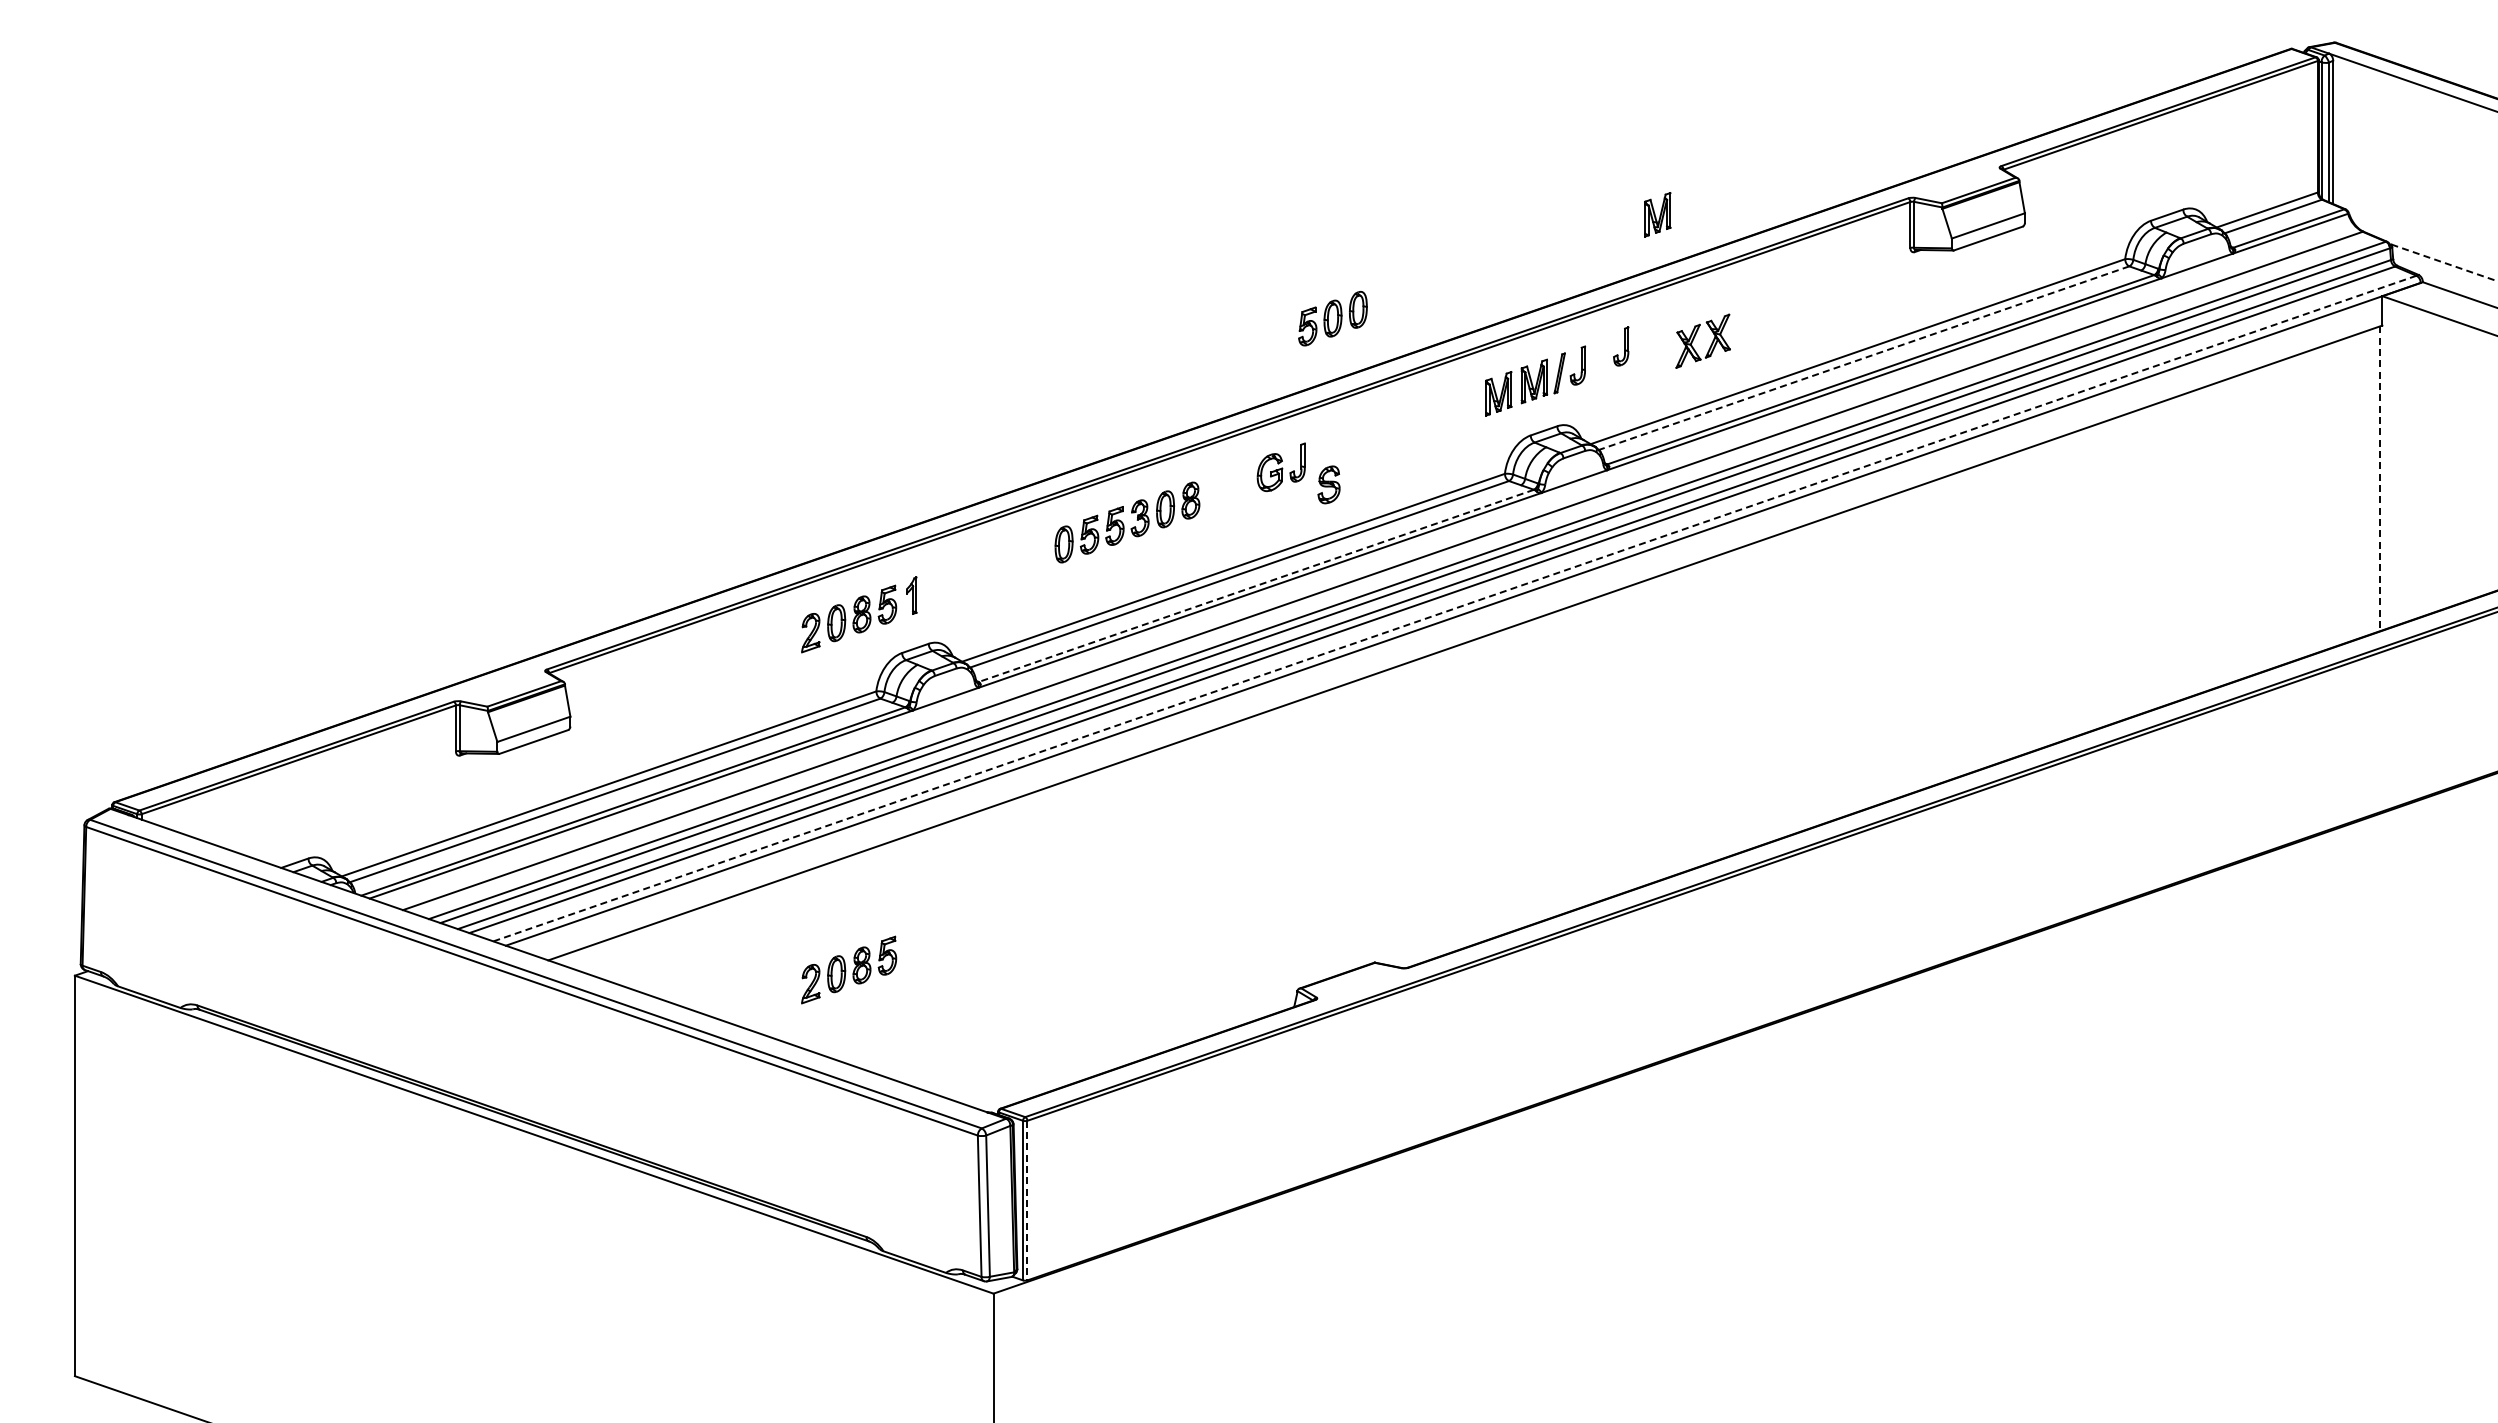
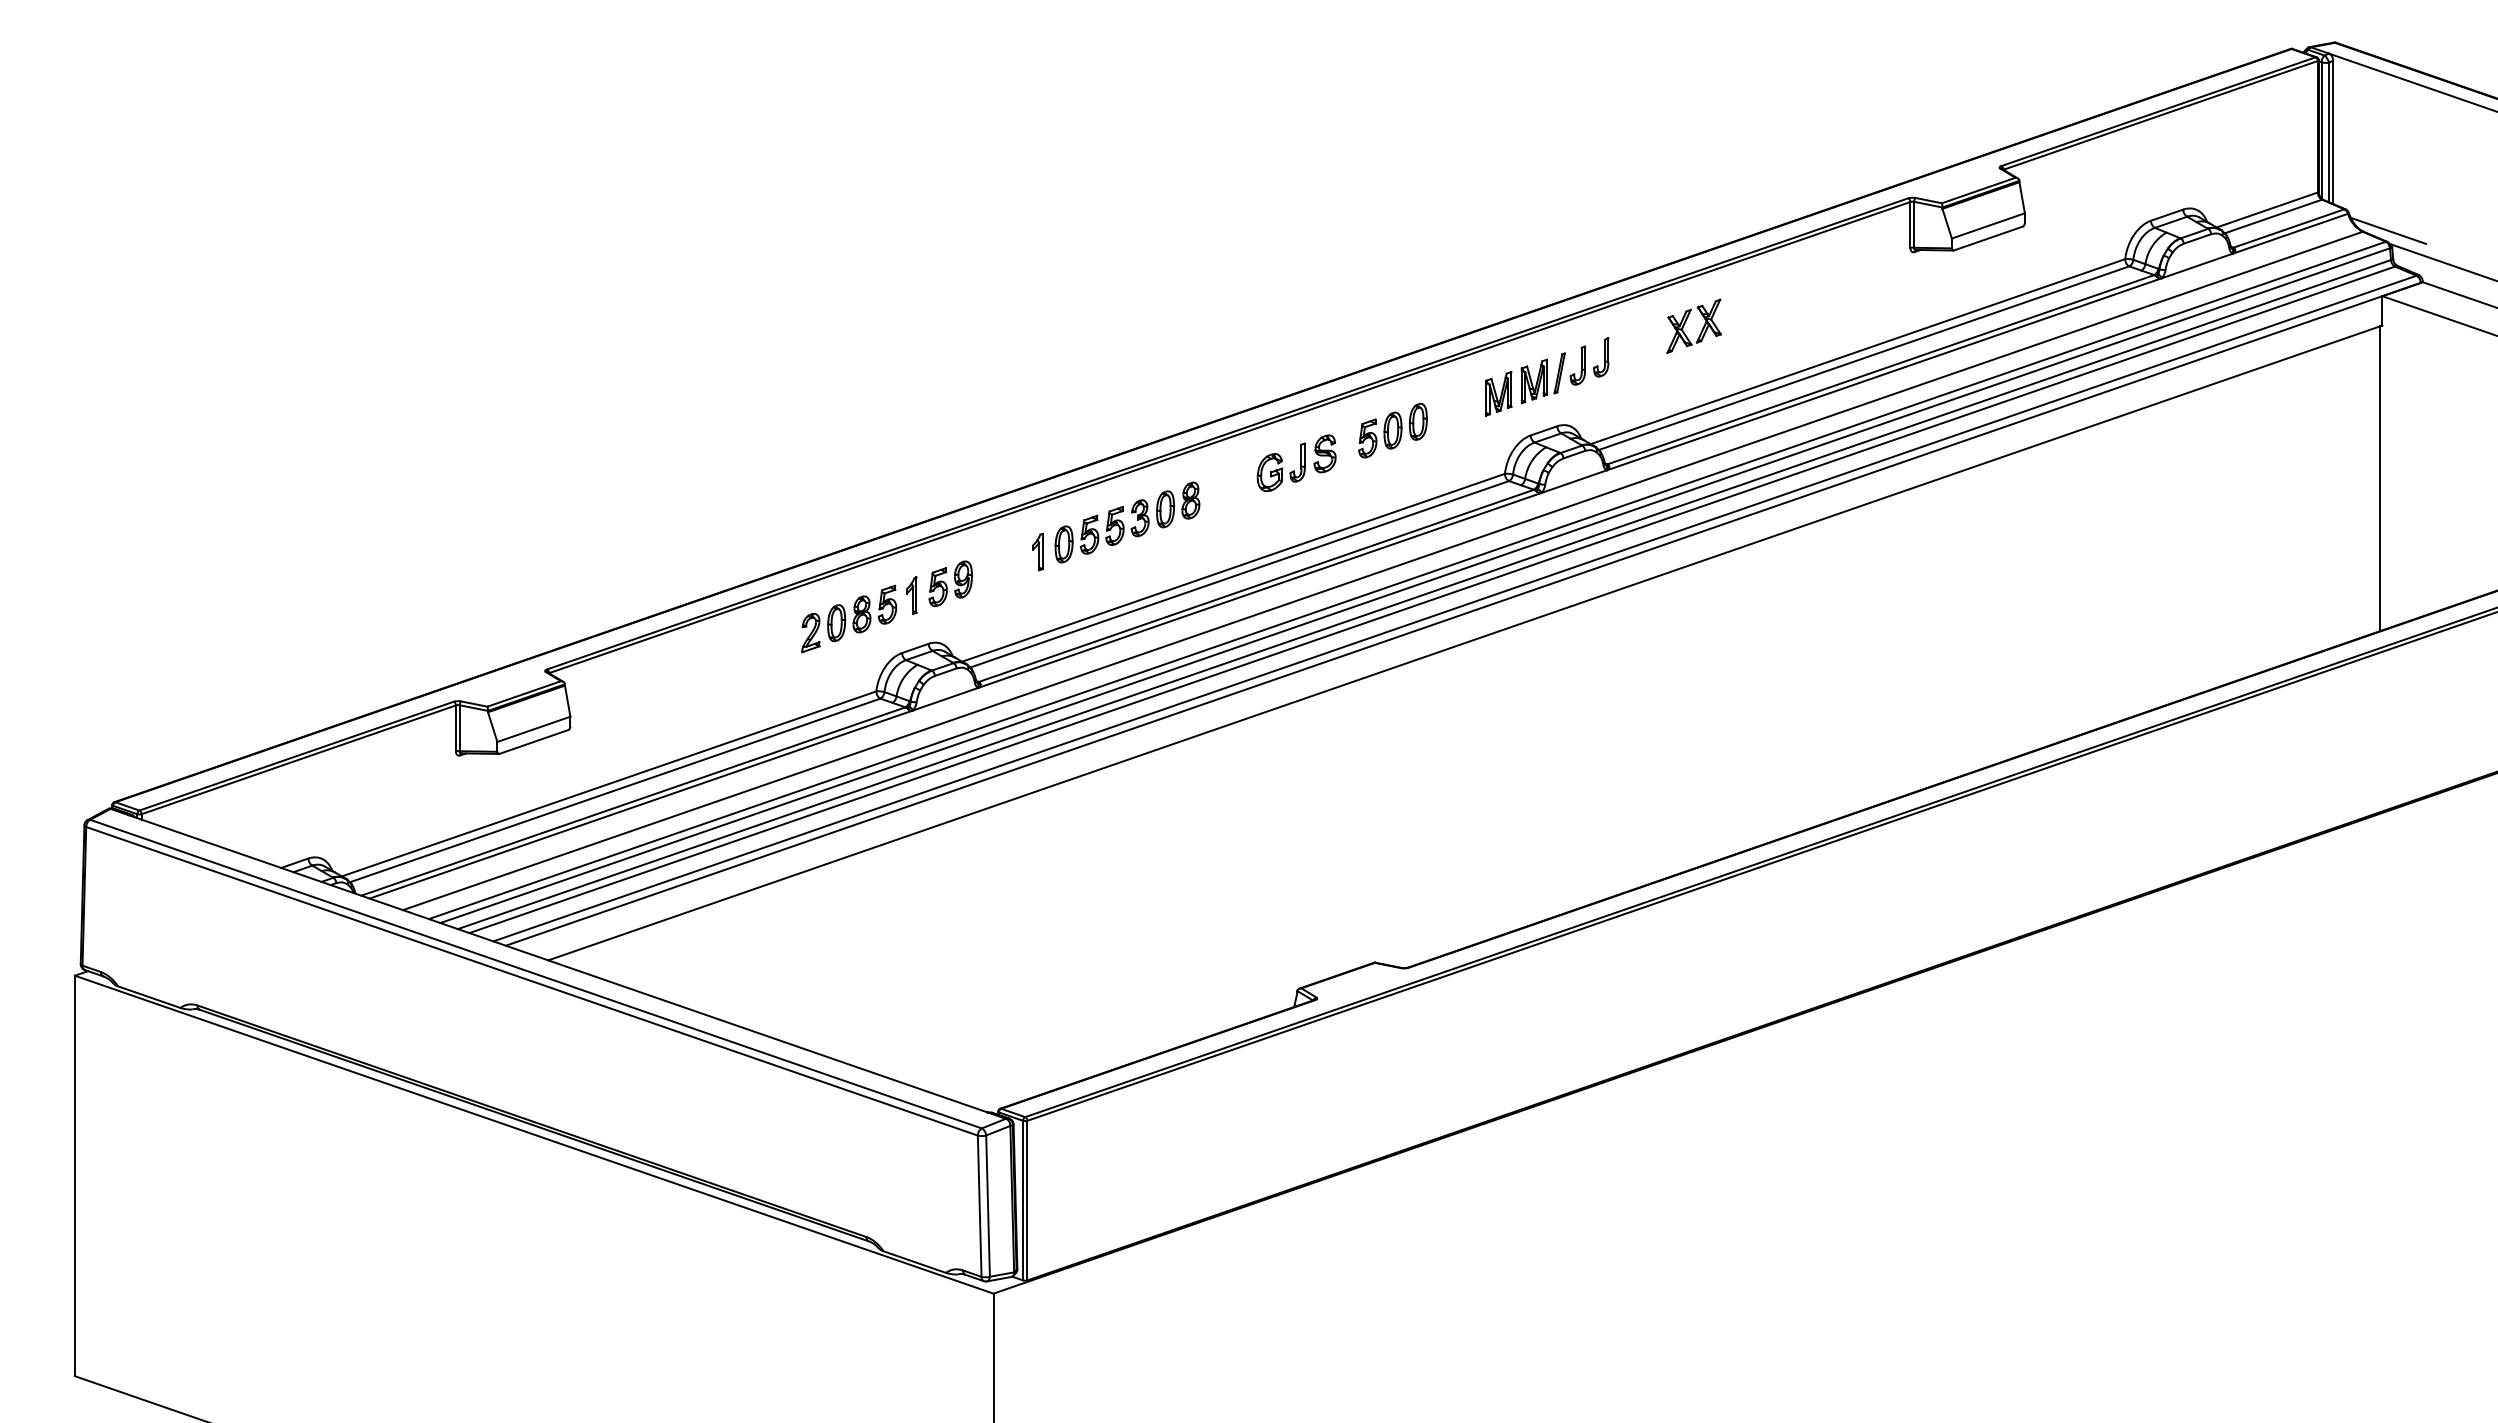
part at (1657, 214): present -> none
line at (2388, 230): none -> present
line at (2444, 262): dashed -> solid
part at (1332, 318) position: (1332, 318) -> (1392, 430)
part at (1695, 336) position: (1695, 336) -> (1686, 321)
part at (1621, 346) position: (1621, 346) -> (1601, 357)
line at (1864, 358): dashed -> solid
line at (2380, 479): dashed -> solid
part at (1328, 484) position: (1328, 484) -> (1324, 453)
part at (1037, 551): none -> present
part at (950, 583): none -> present
line at (1256, 585): dashed -> solid
line at (1454, 608): dashed -> solid
part at (849, 969): present -> none
line at (1027, 1200): dashed -> solid
